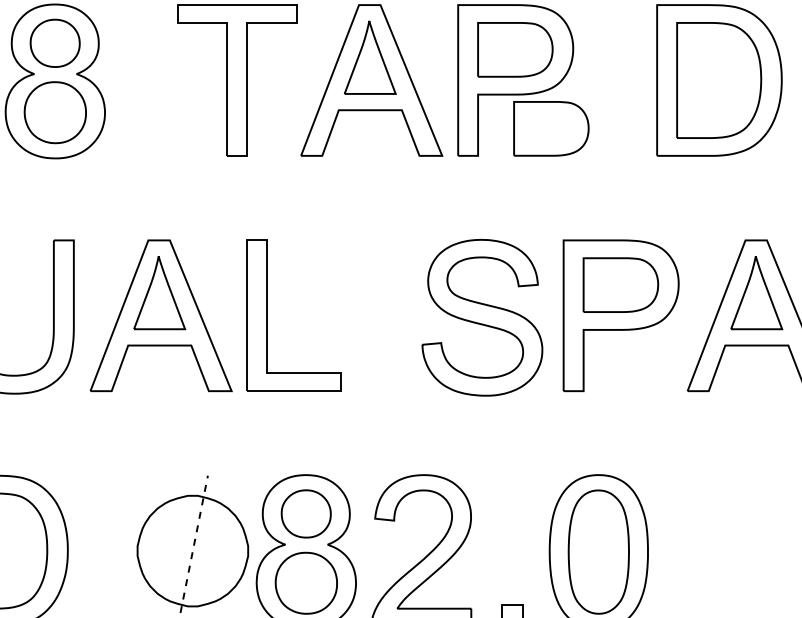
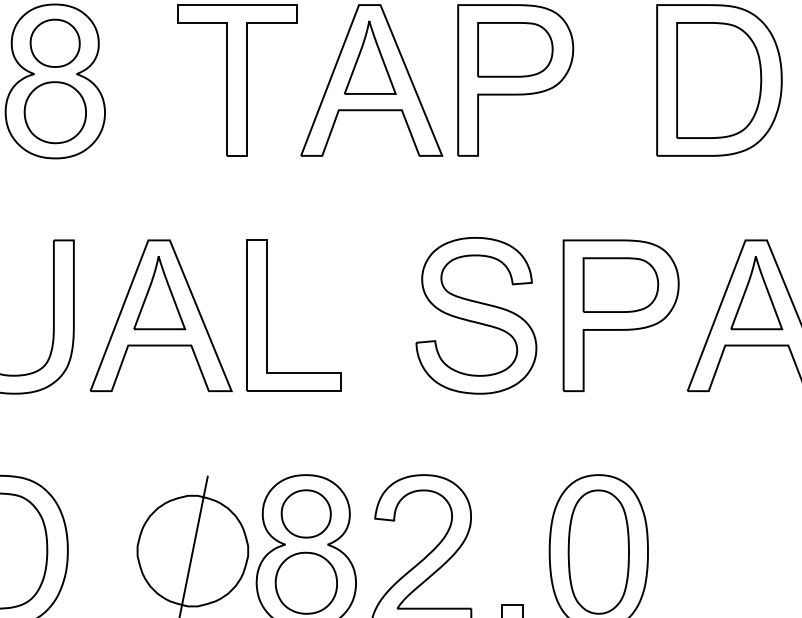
part at (551, 128): present -> none
part at (482, 317) position: (482, 317) -> (476, 315)
line at (193, 546): dashed -> solid
